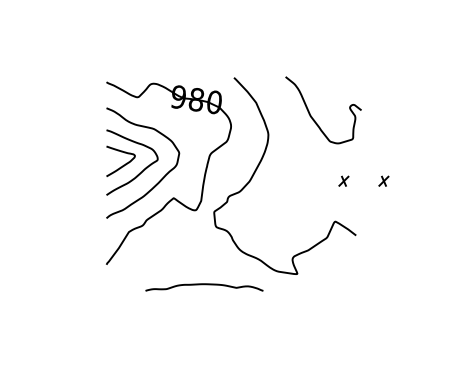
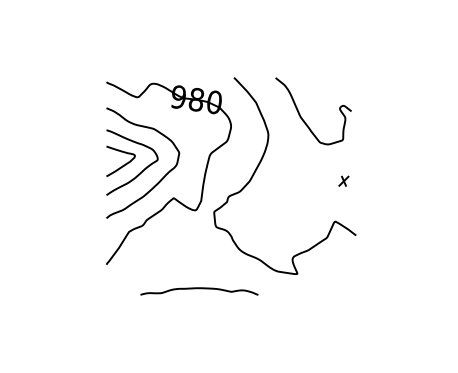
curve at (312, 116) position: (312, 116) -> (302, 117)
part at (383, 180): present -> none
curve at (204, 285) position: (204, 285) -> (199, 289)
